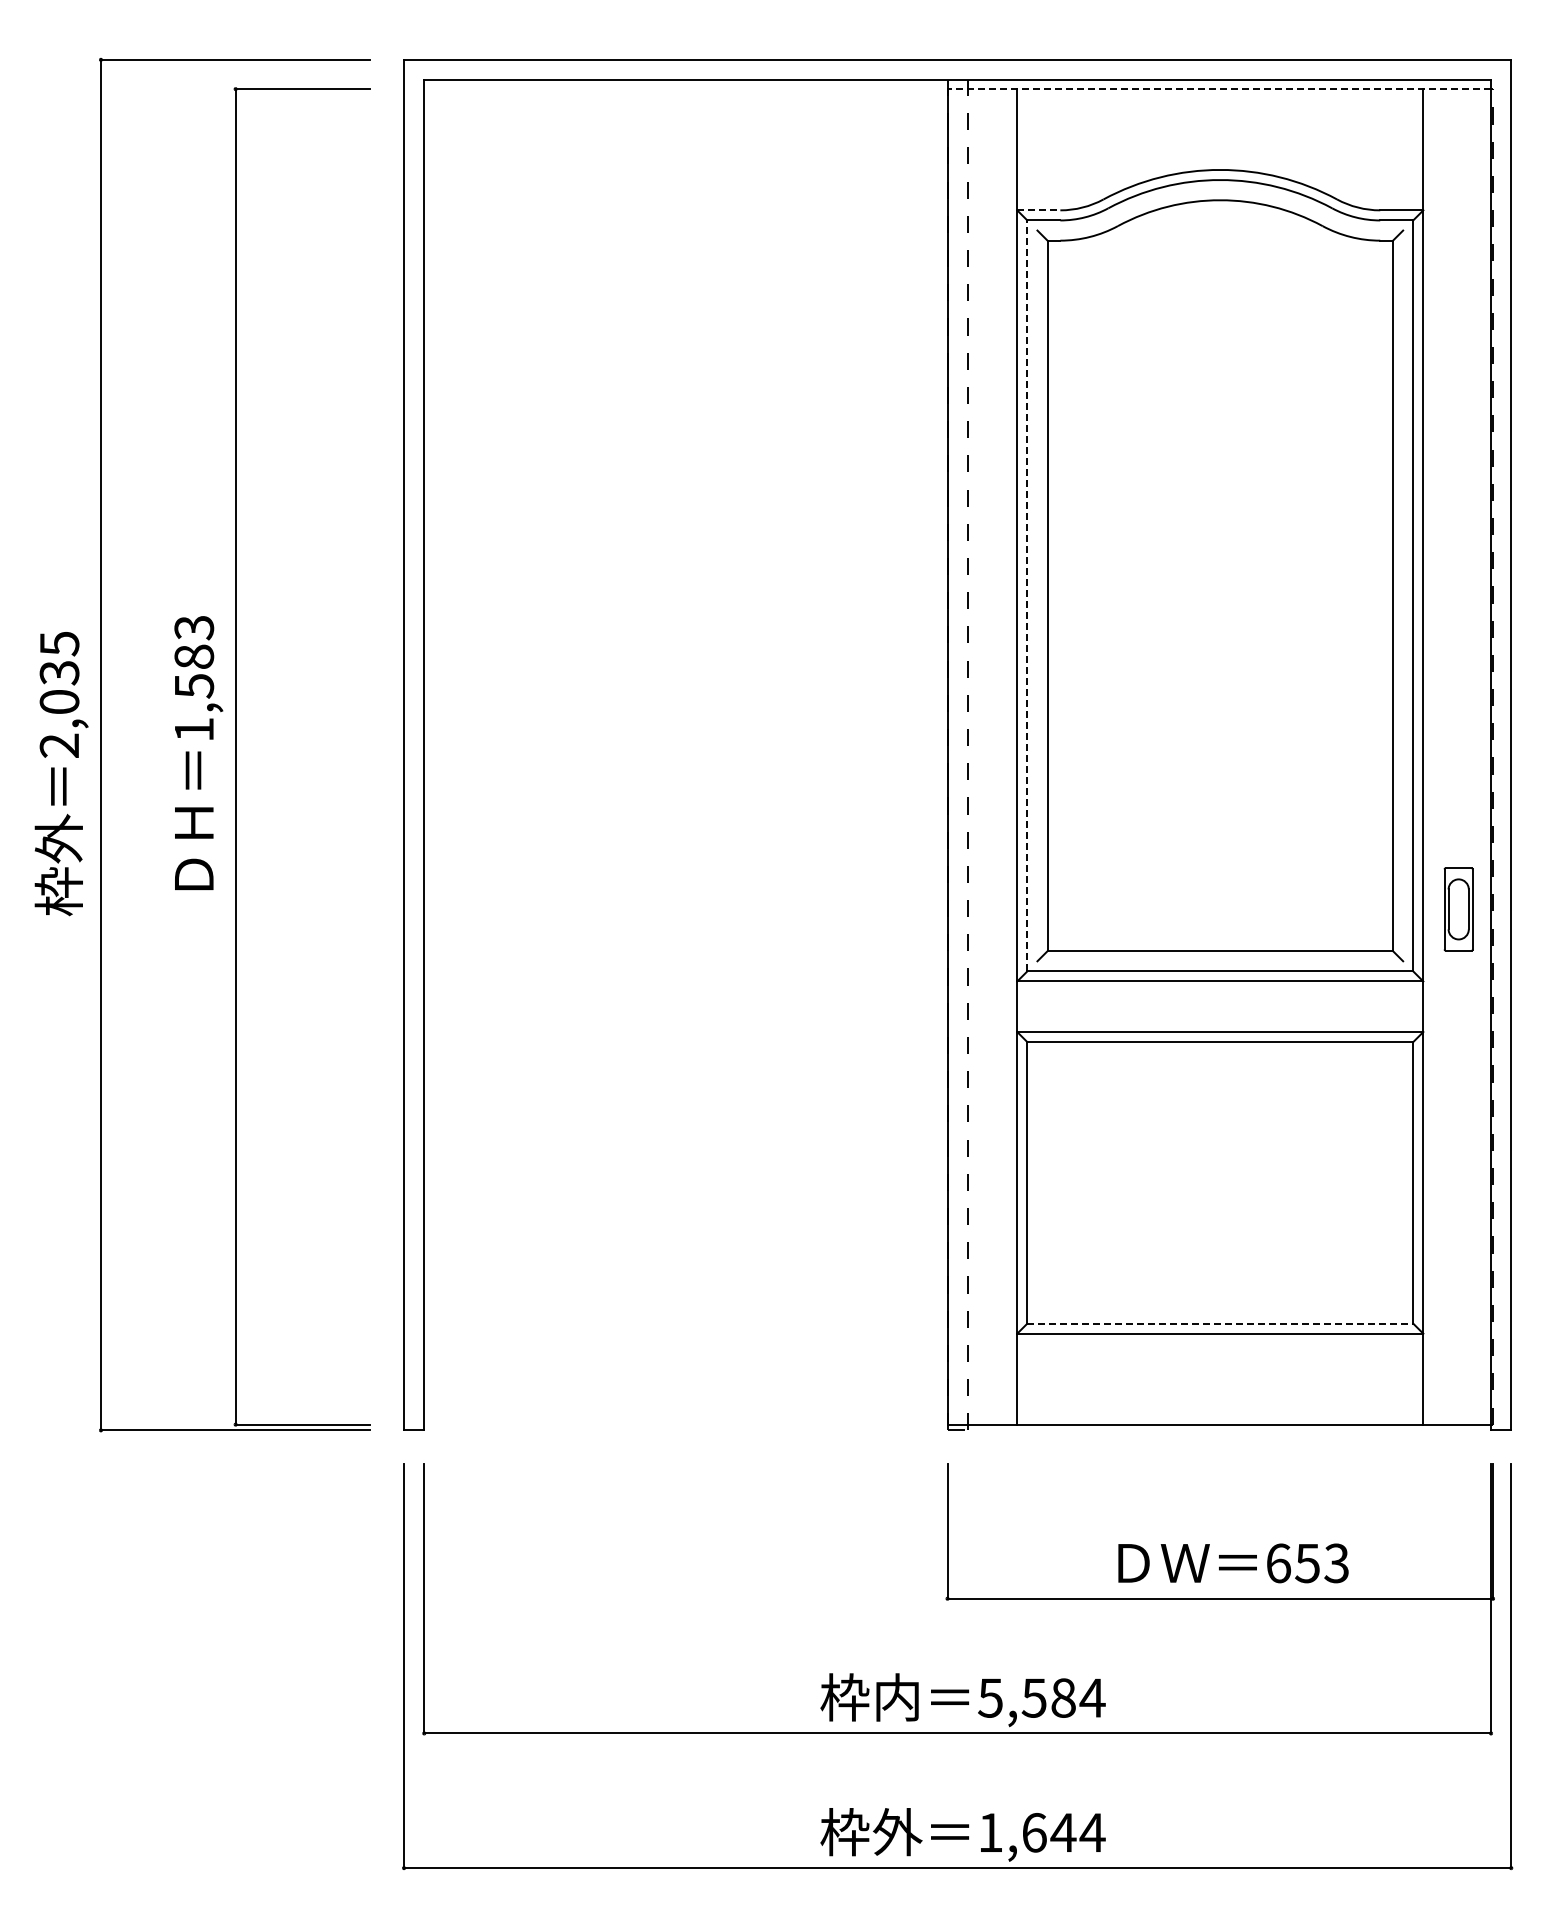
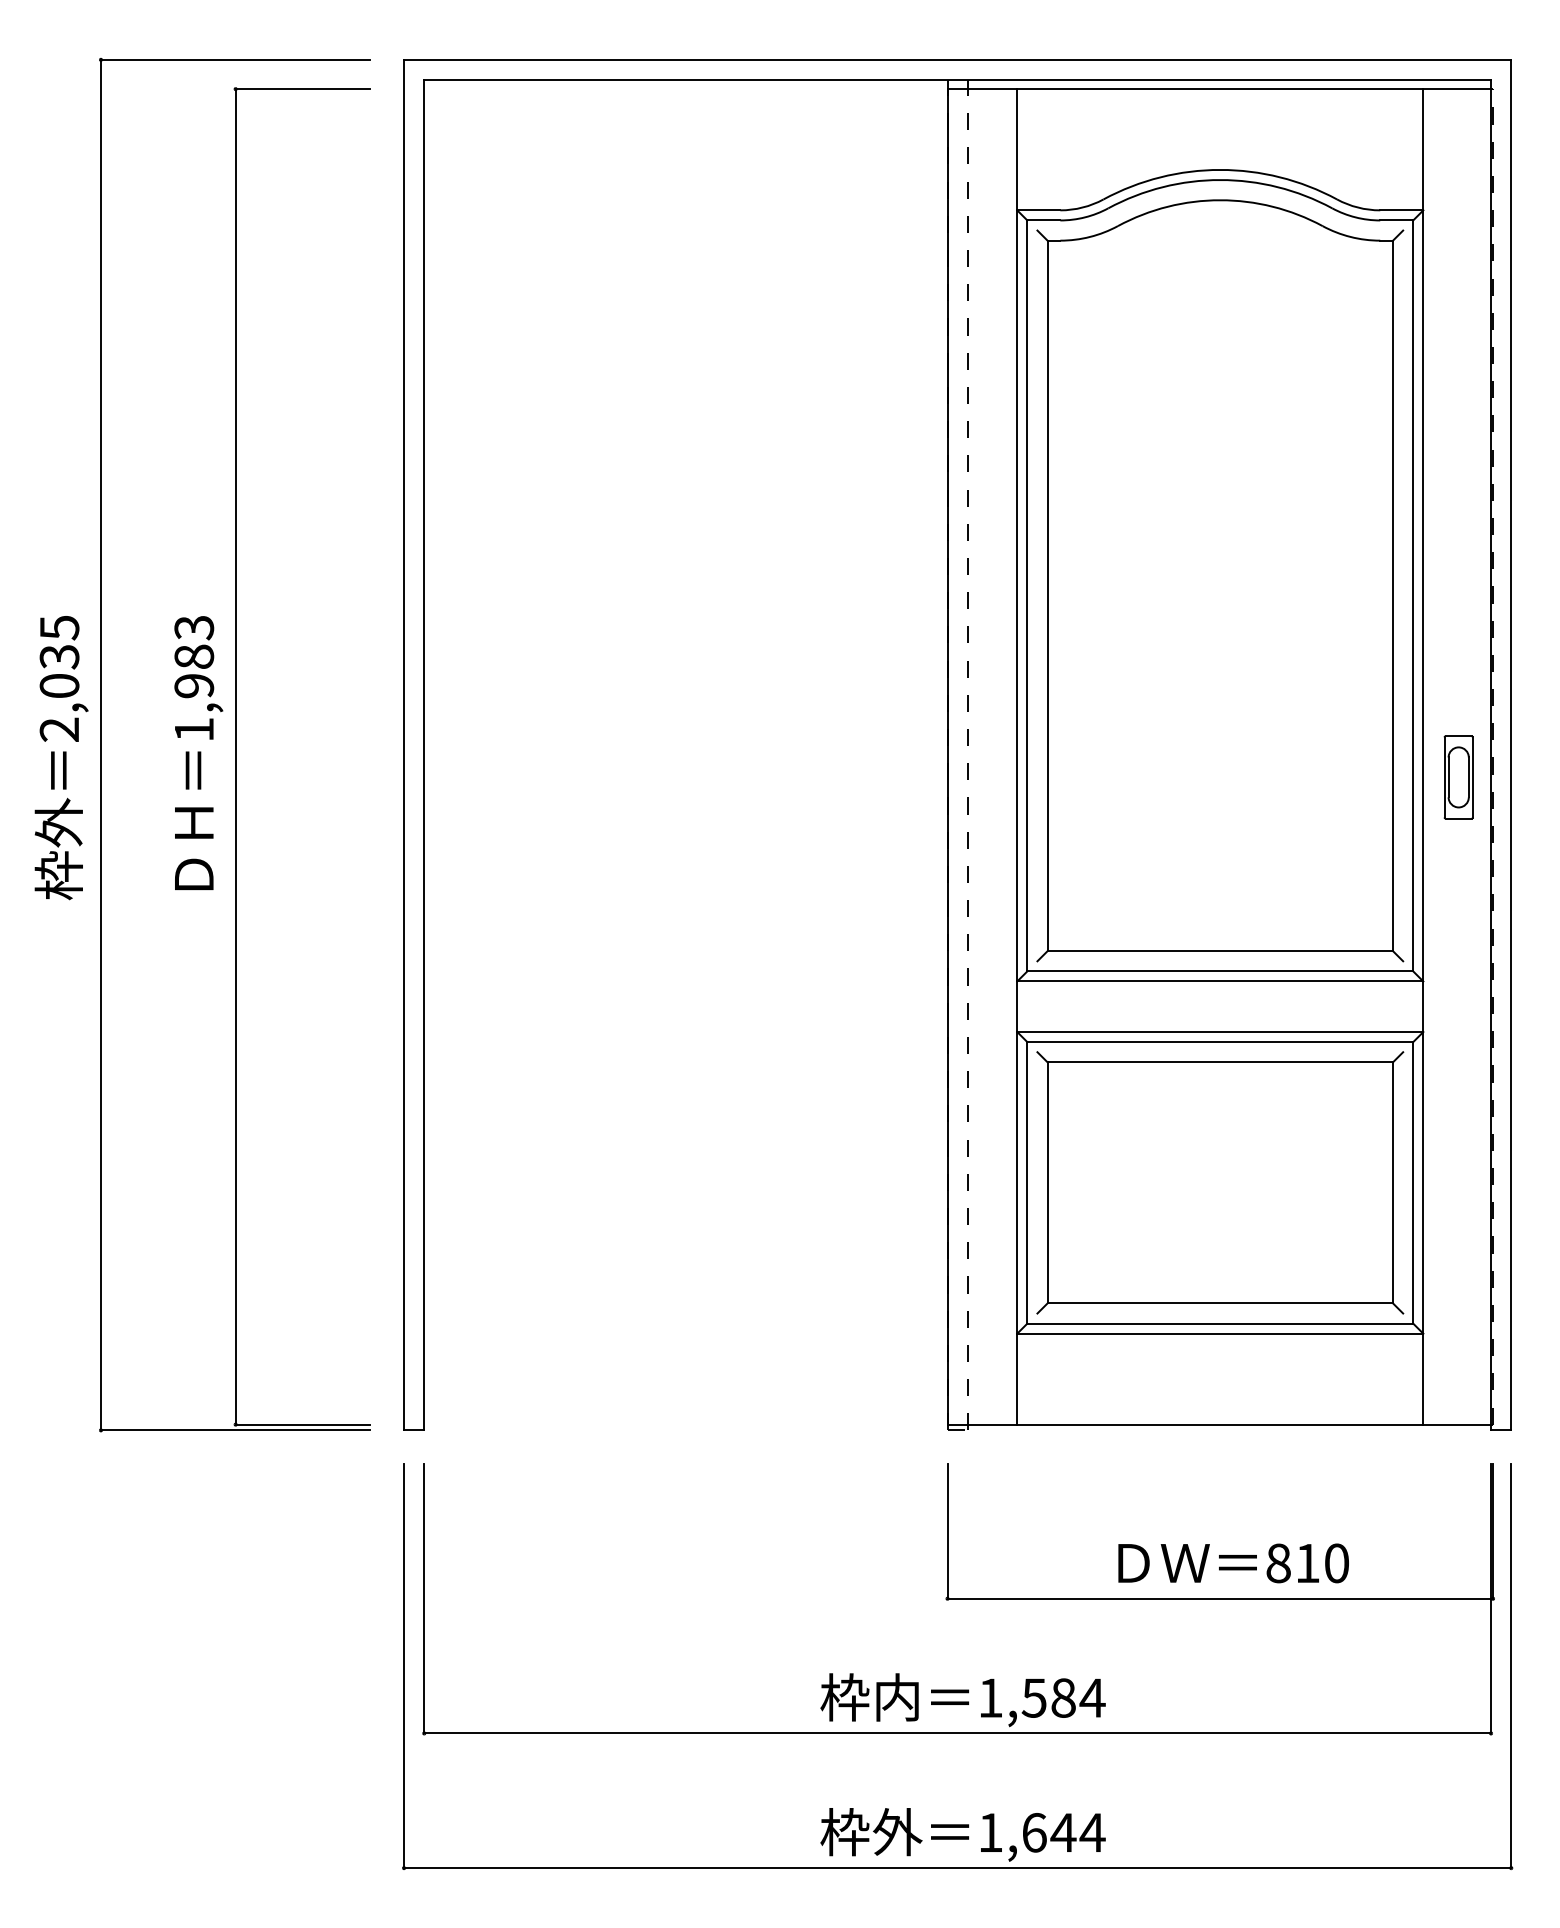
line at (1219, 89): dashed -> solid
line at (1038, 210): dashed -> solid
line at (1027, 595): dashed -> solid
text at (194, 686): 1,583 -> 1,983
text at (61, 774) position: (61, 774) -> (61, 758)
part at (1458, 909) position: (1458, 909) -> (1458, 777)
part at (1220, 1182): none -> present
line at (1220, 1323): dashed -> solid
text at (1307, 1563): 653 -> 810
text at (990, 1697): 5,584 -> 1,584
